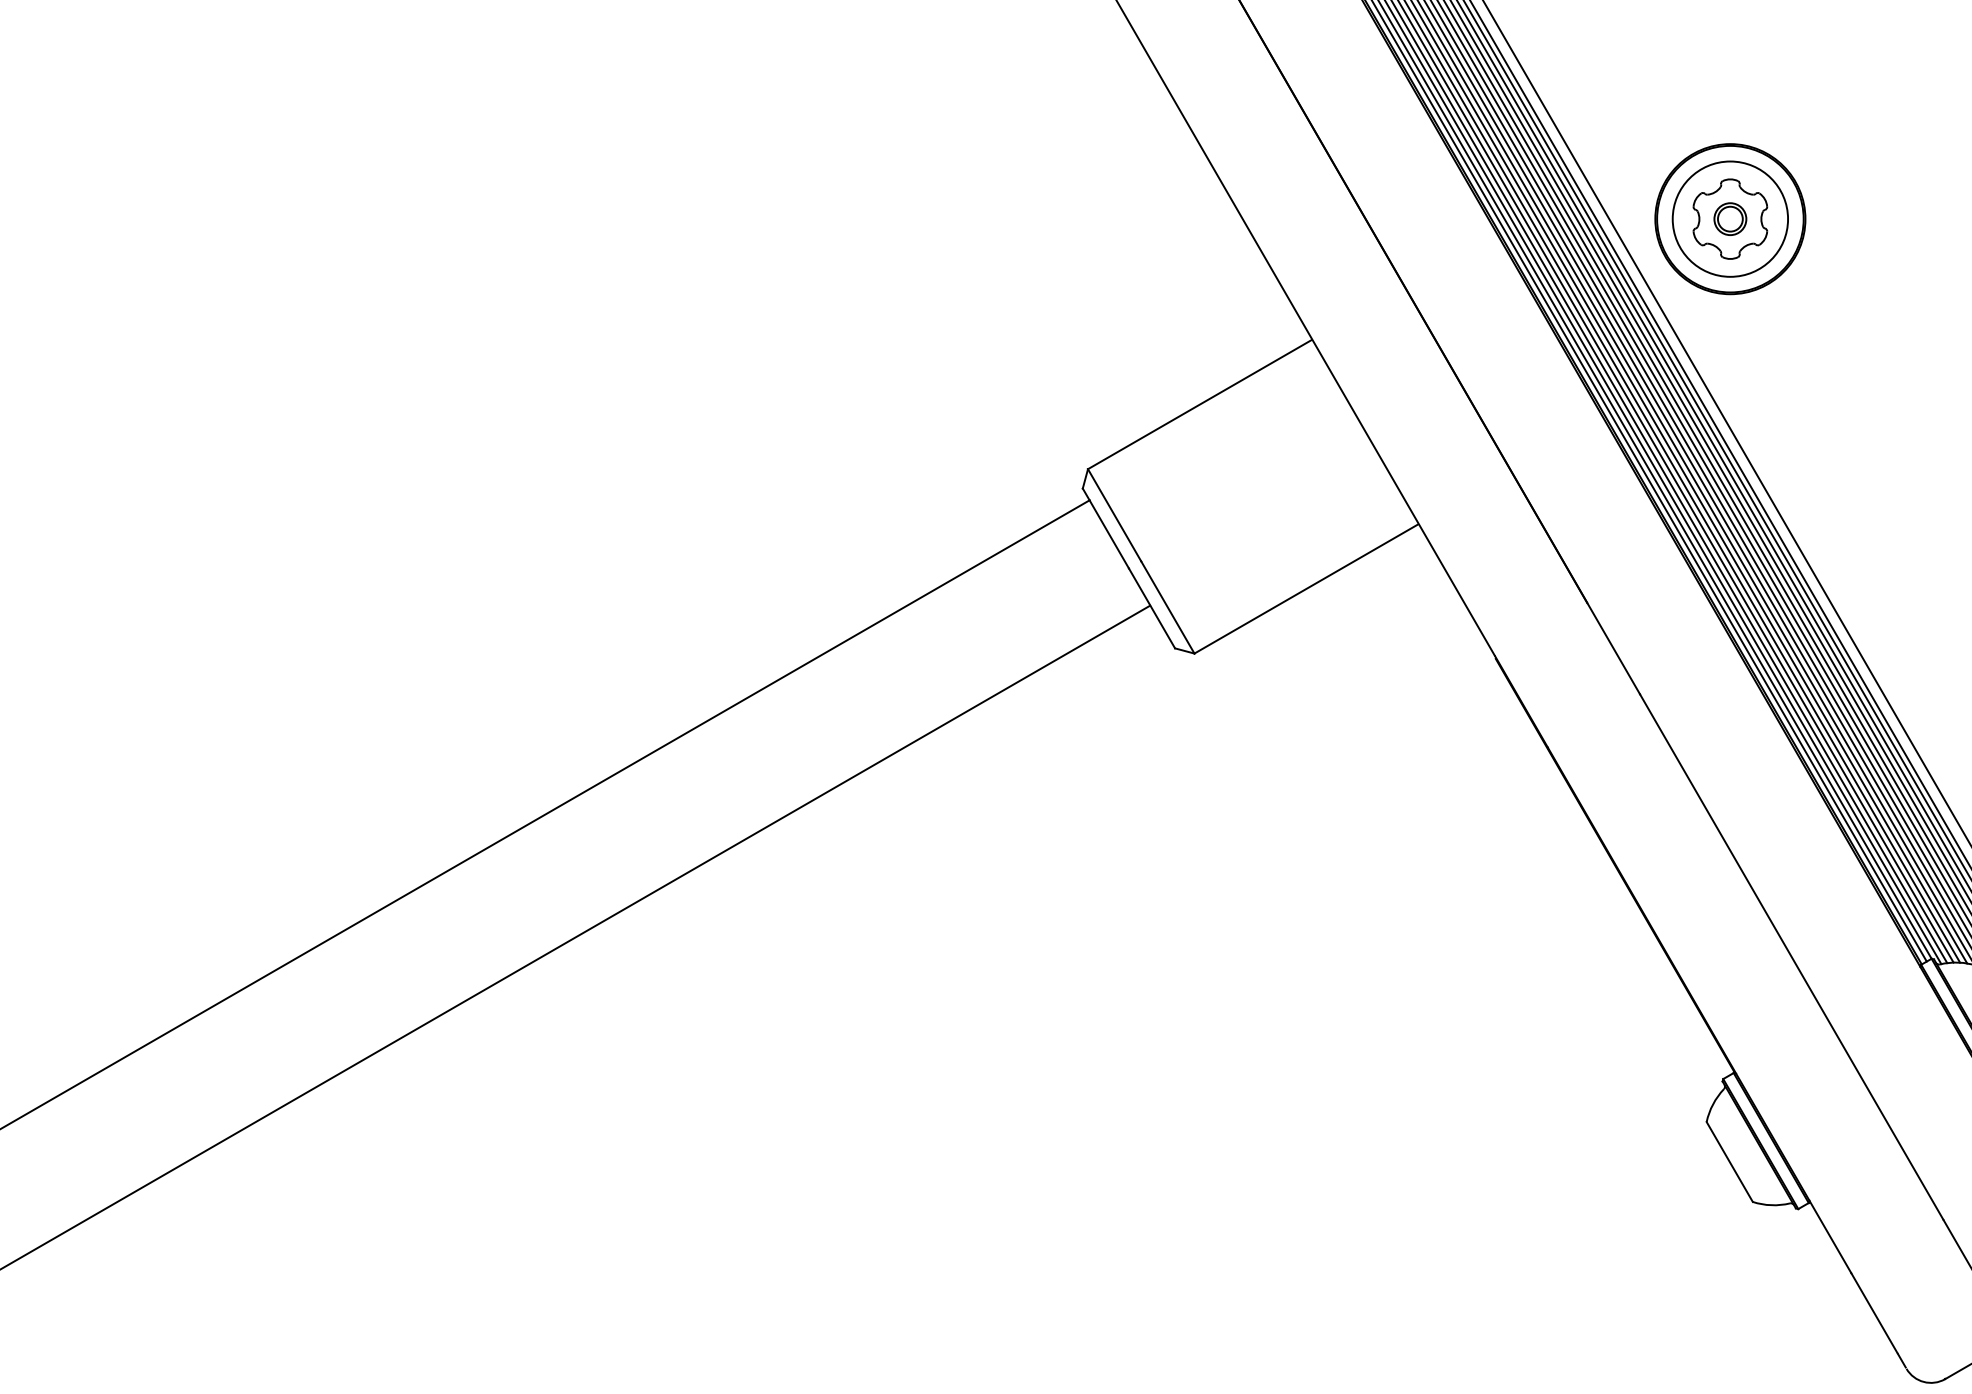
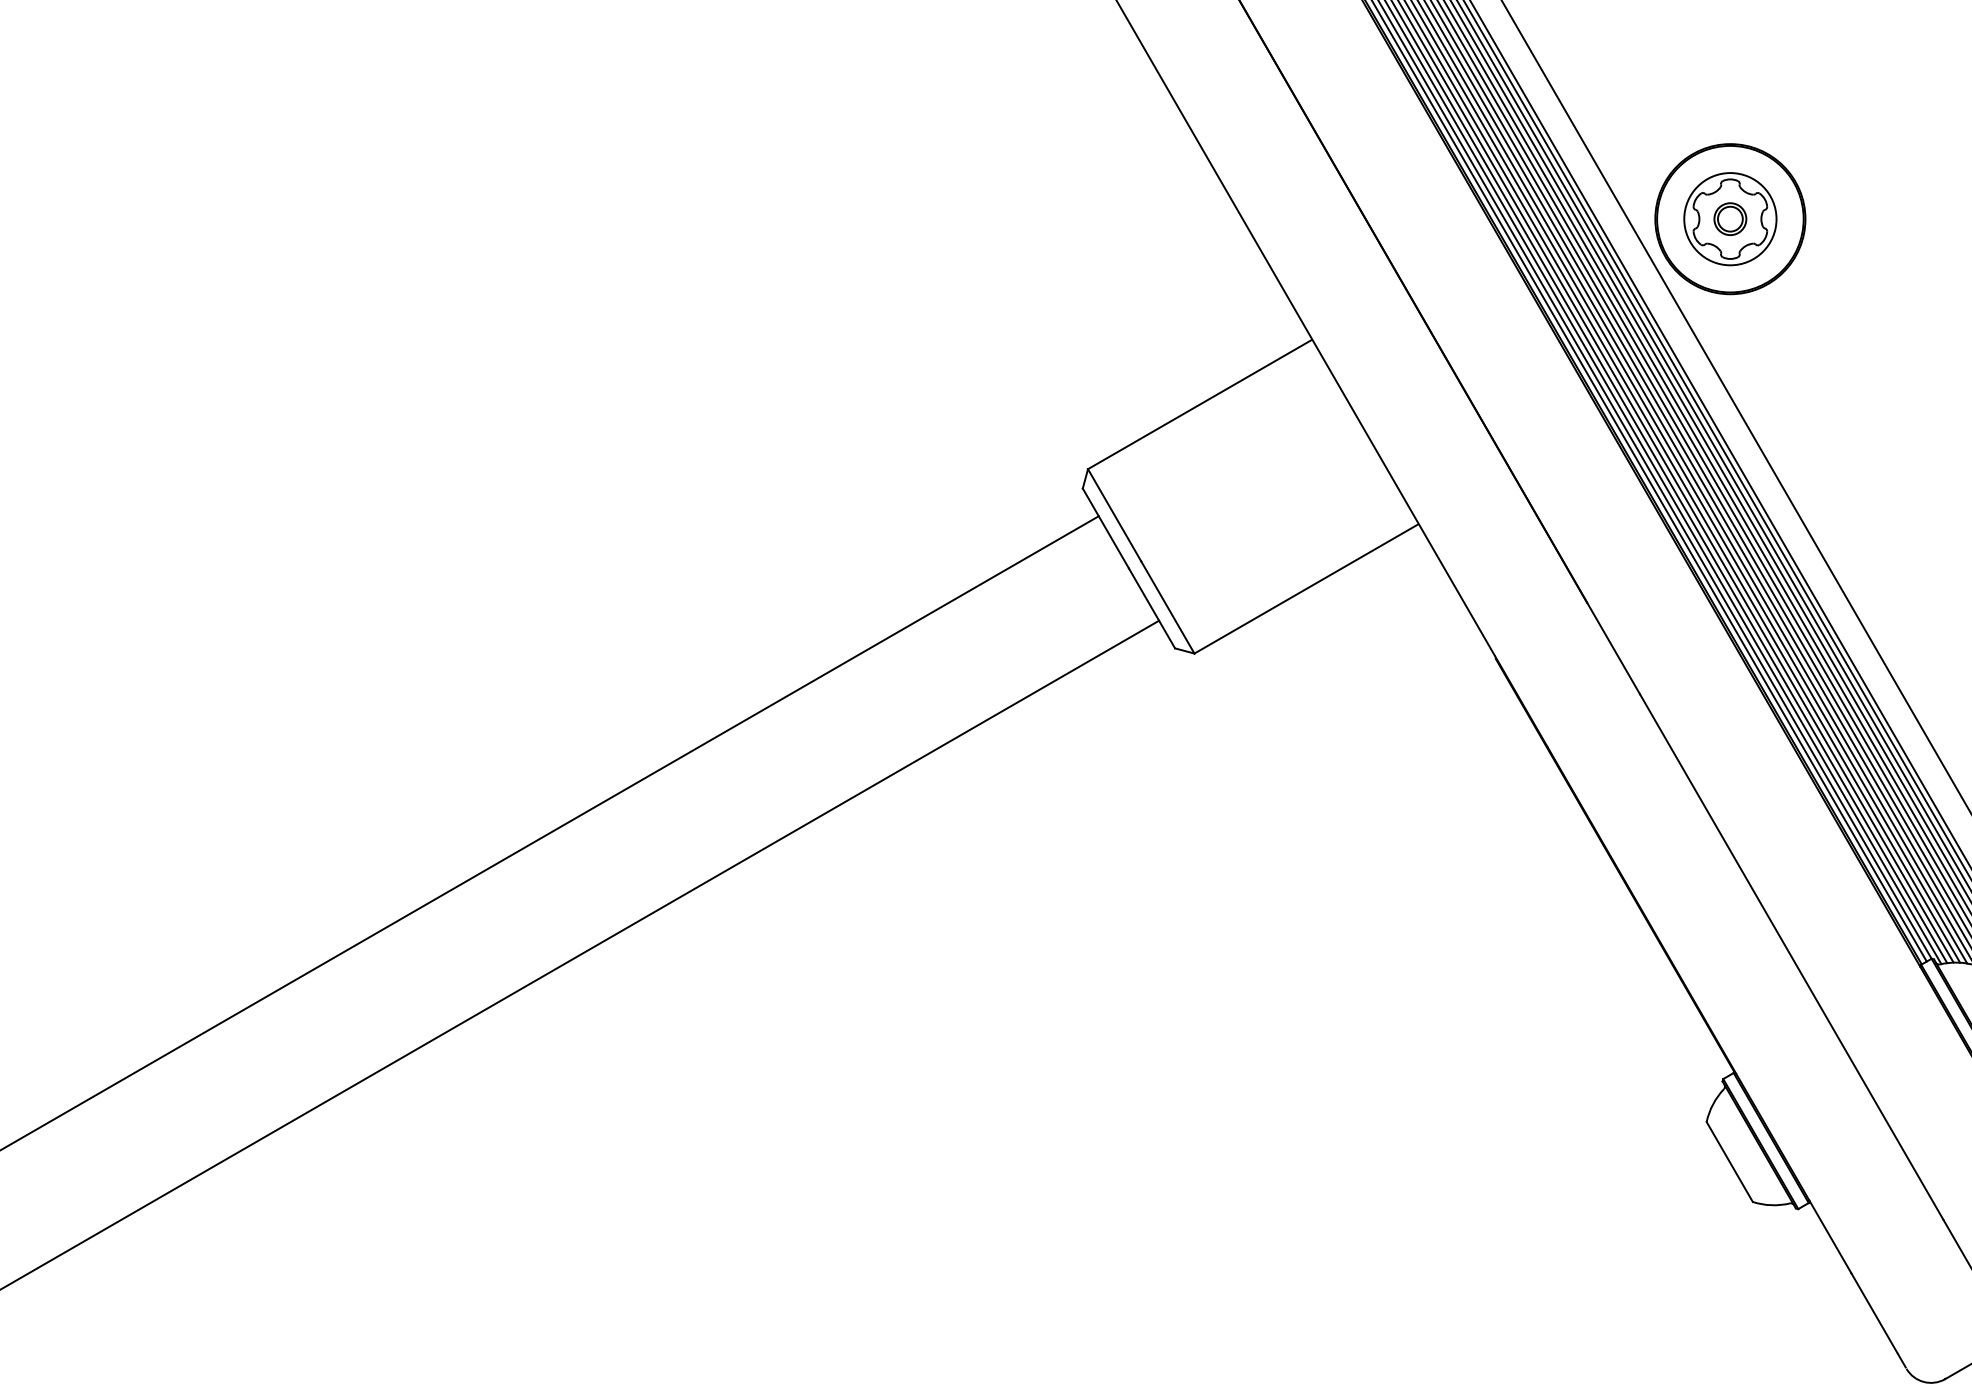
circle at (1730, 218) diameter: 115 px -> 92 px
line at (1726, 421) position: (1726, 421) -> (1735, 405)
line at (545, 814) position: (545, 814) -> (550, 832)
line at (576, 936) position: (576, 936) -> (580, 954)
